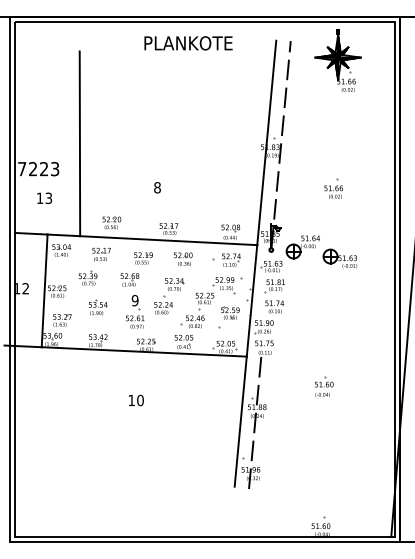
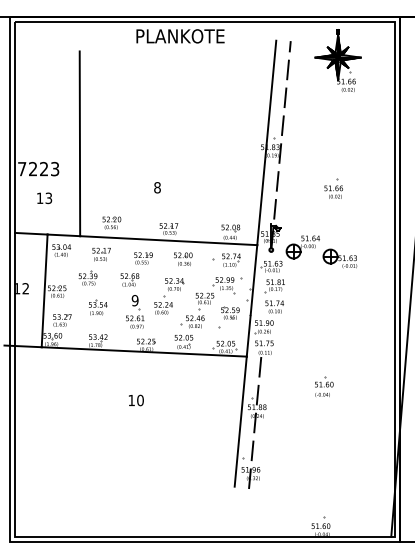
text at (188, 43) position: (188, 43) -> (180, 36)
